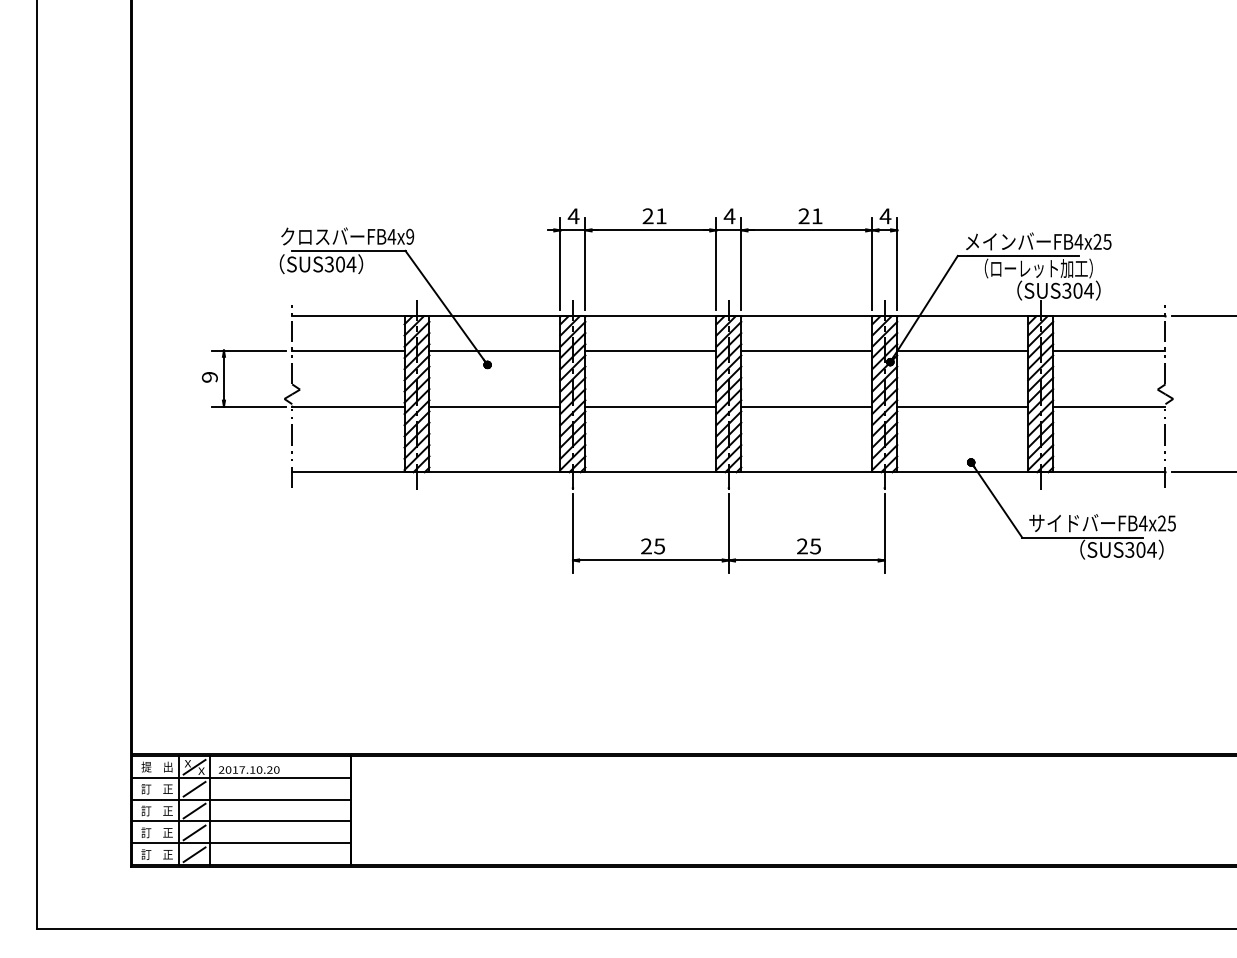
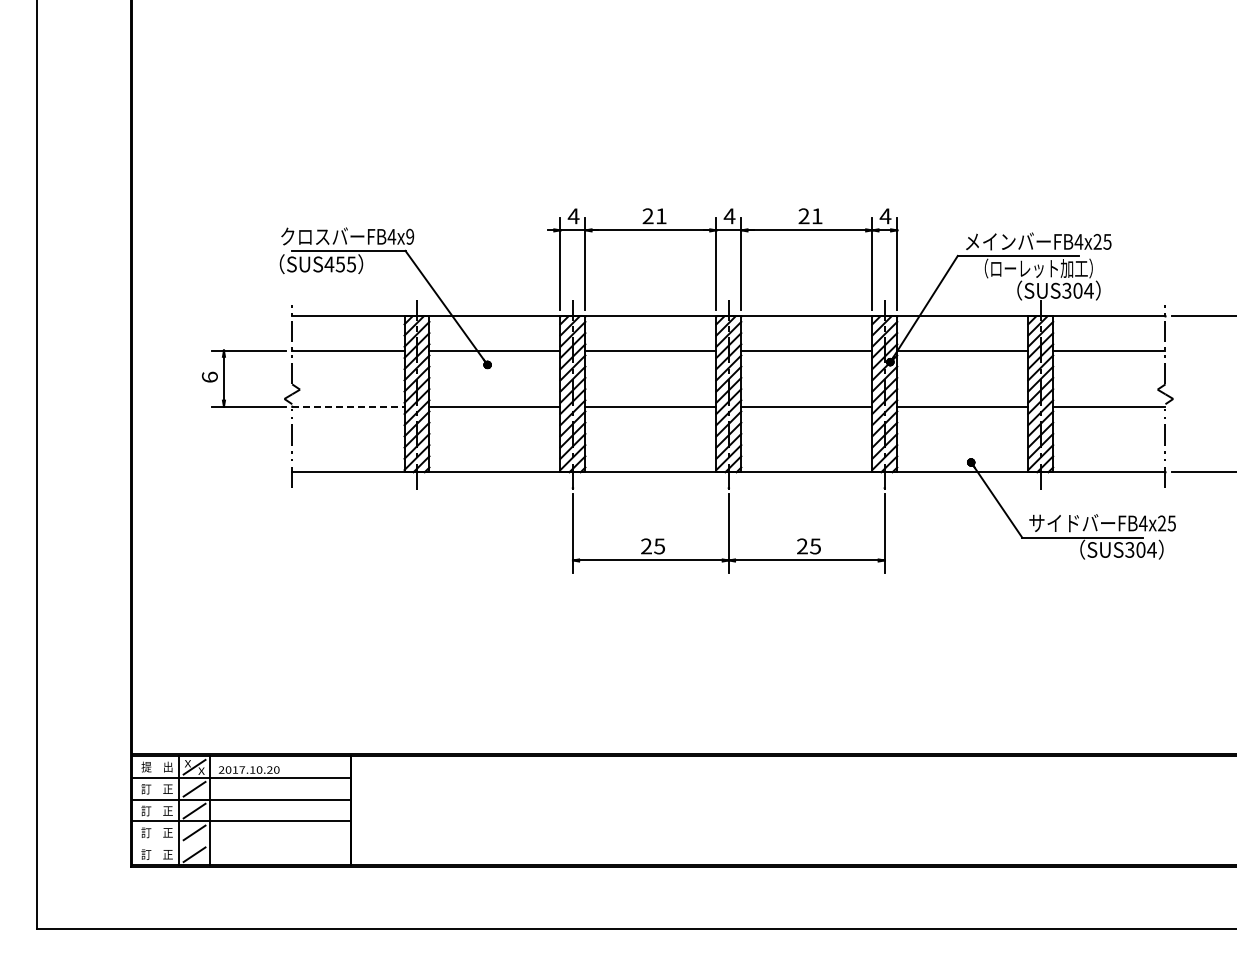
text at (340, 264): SUS304 -> SUS455
text at (209, 376): 9 -> 6
line at (348, 406): solid -> dashed
line at (241, 843): present -> none
